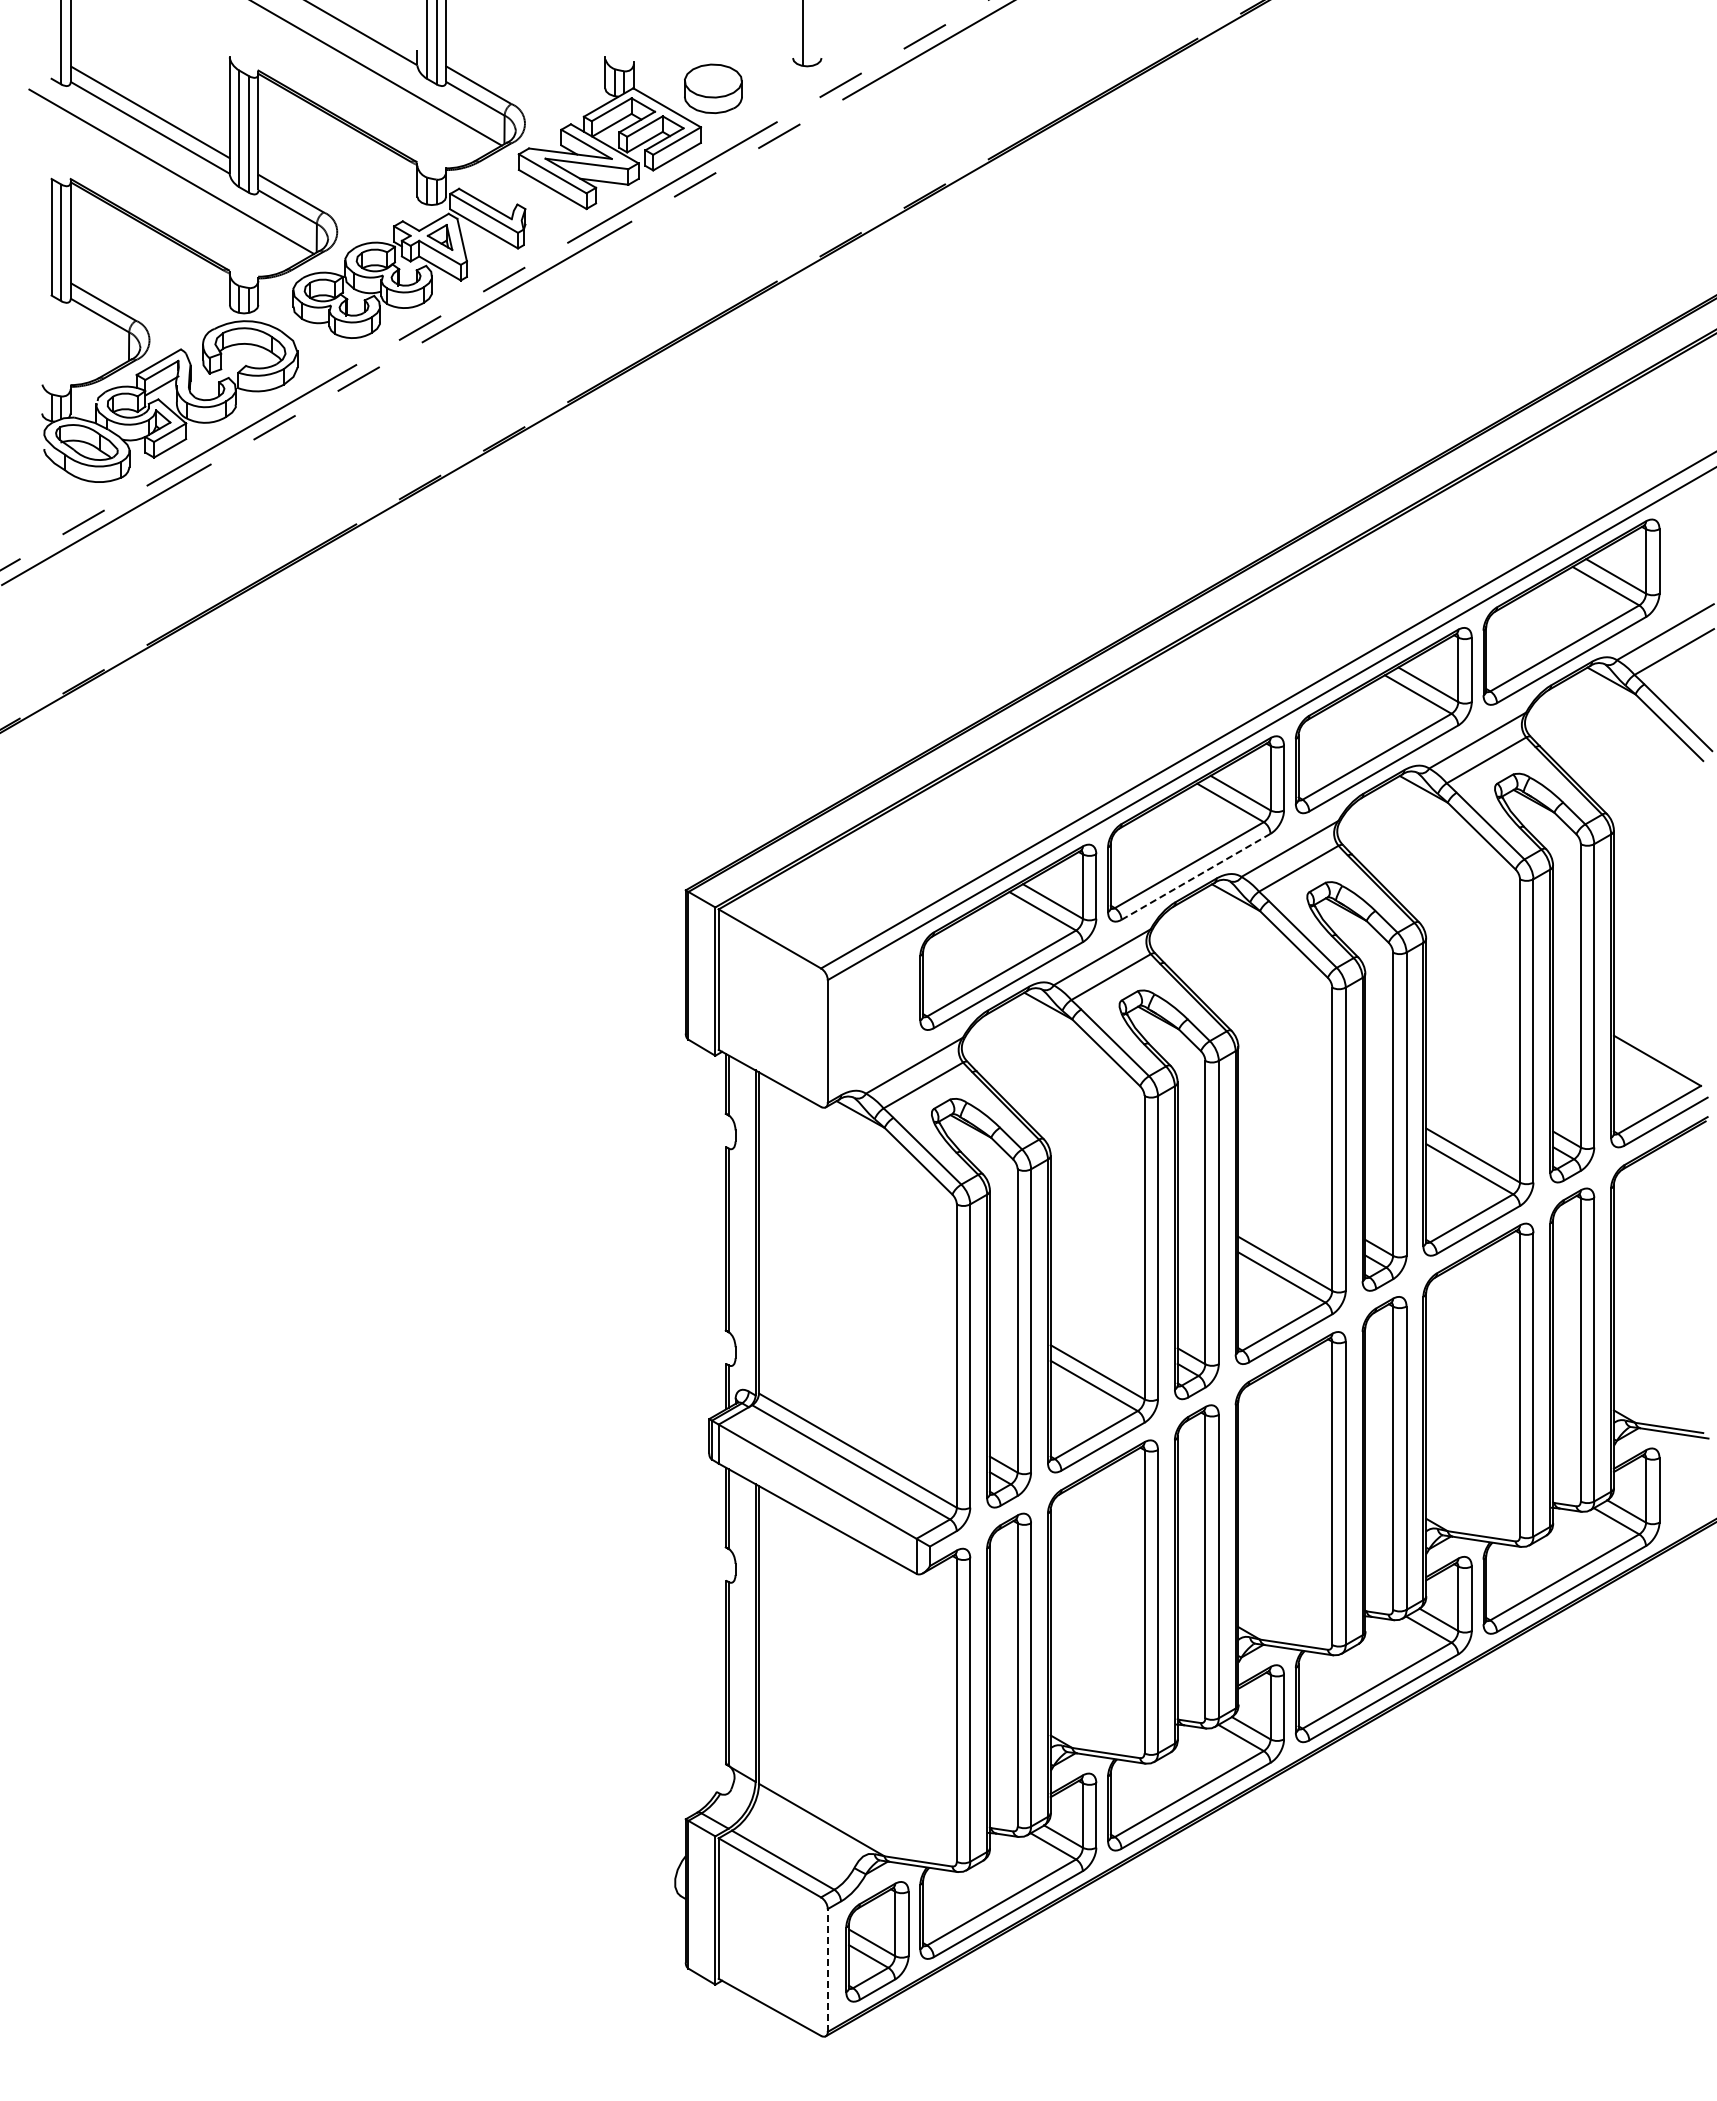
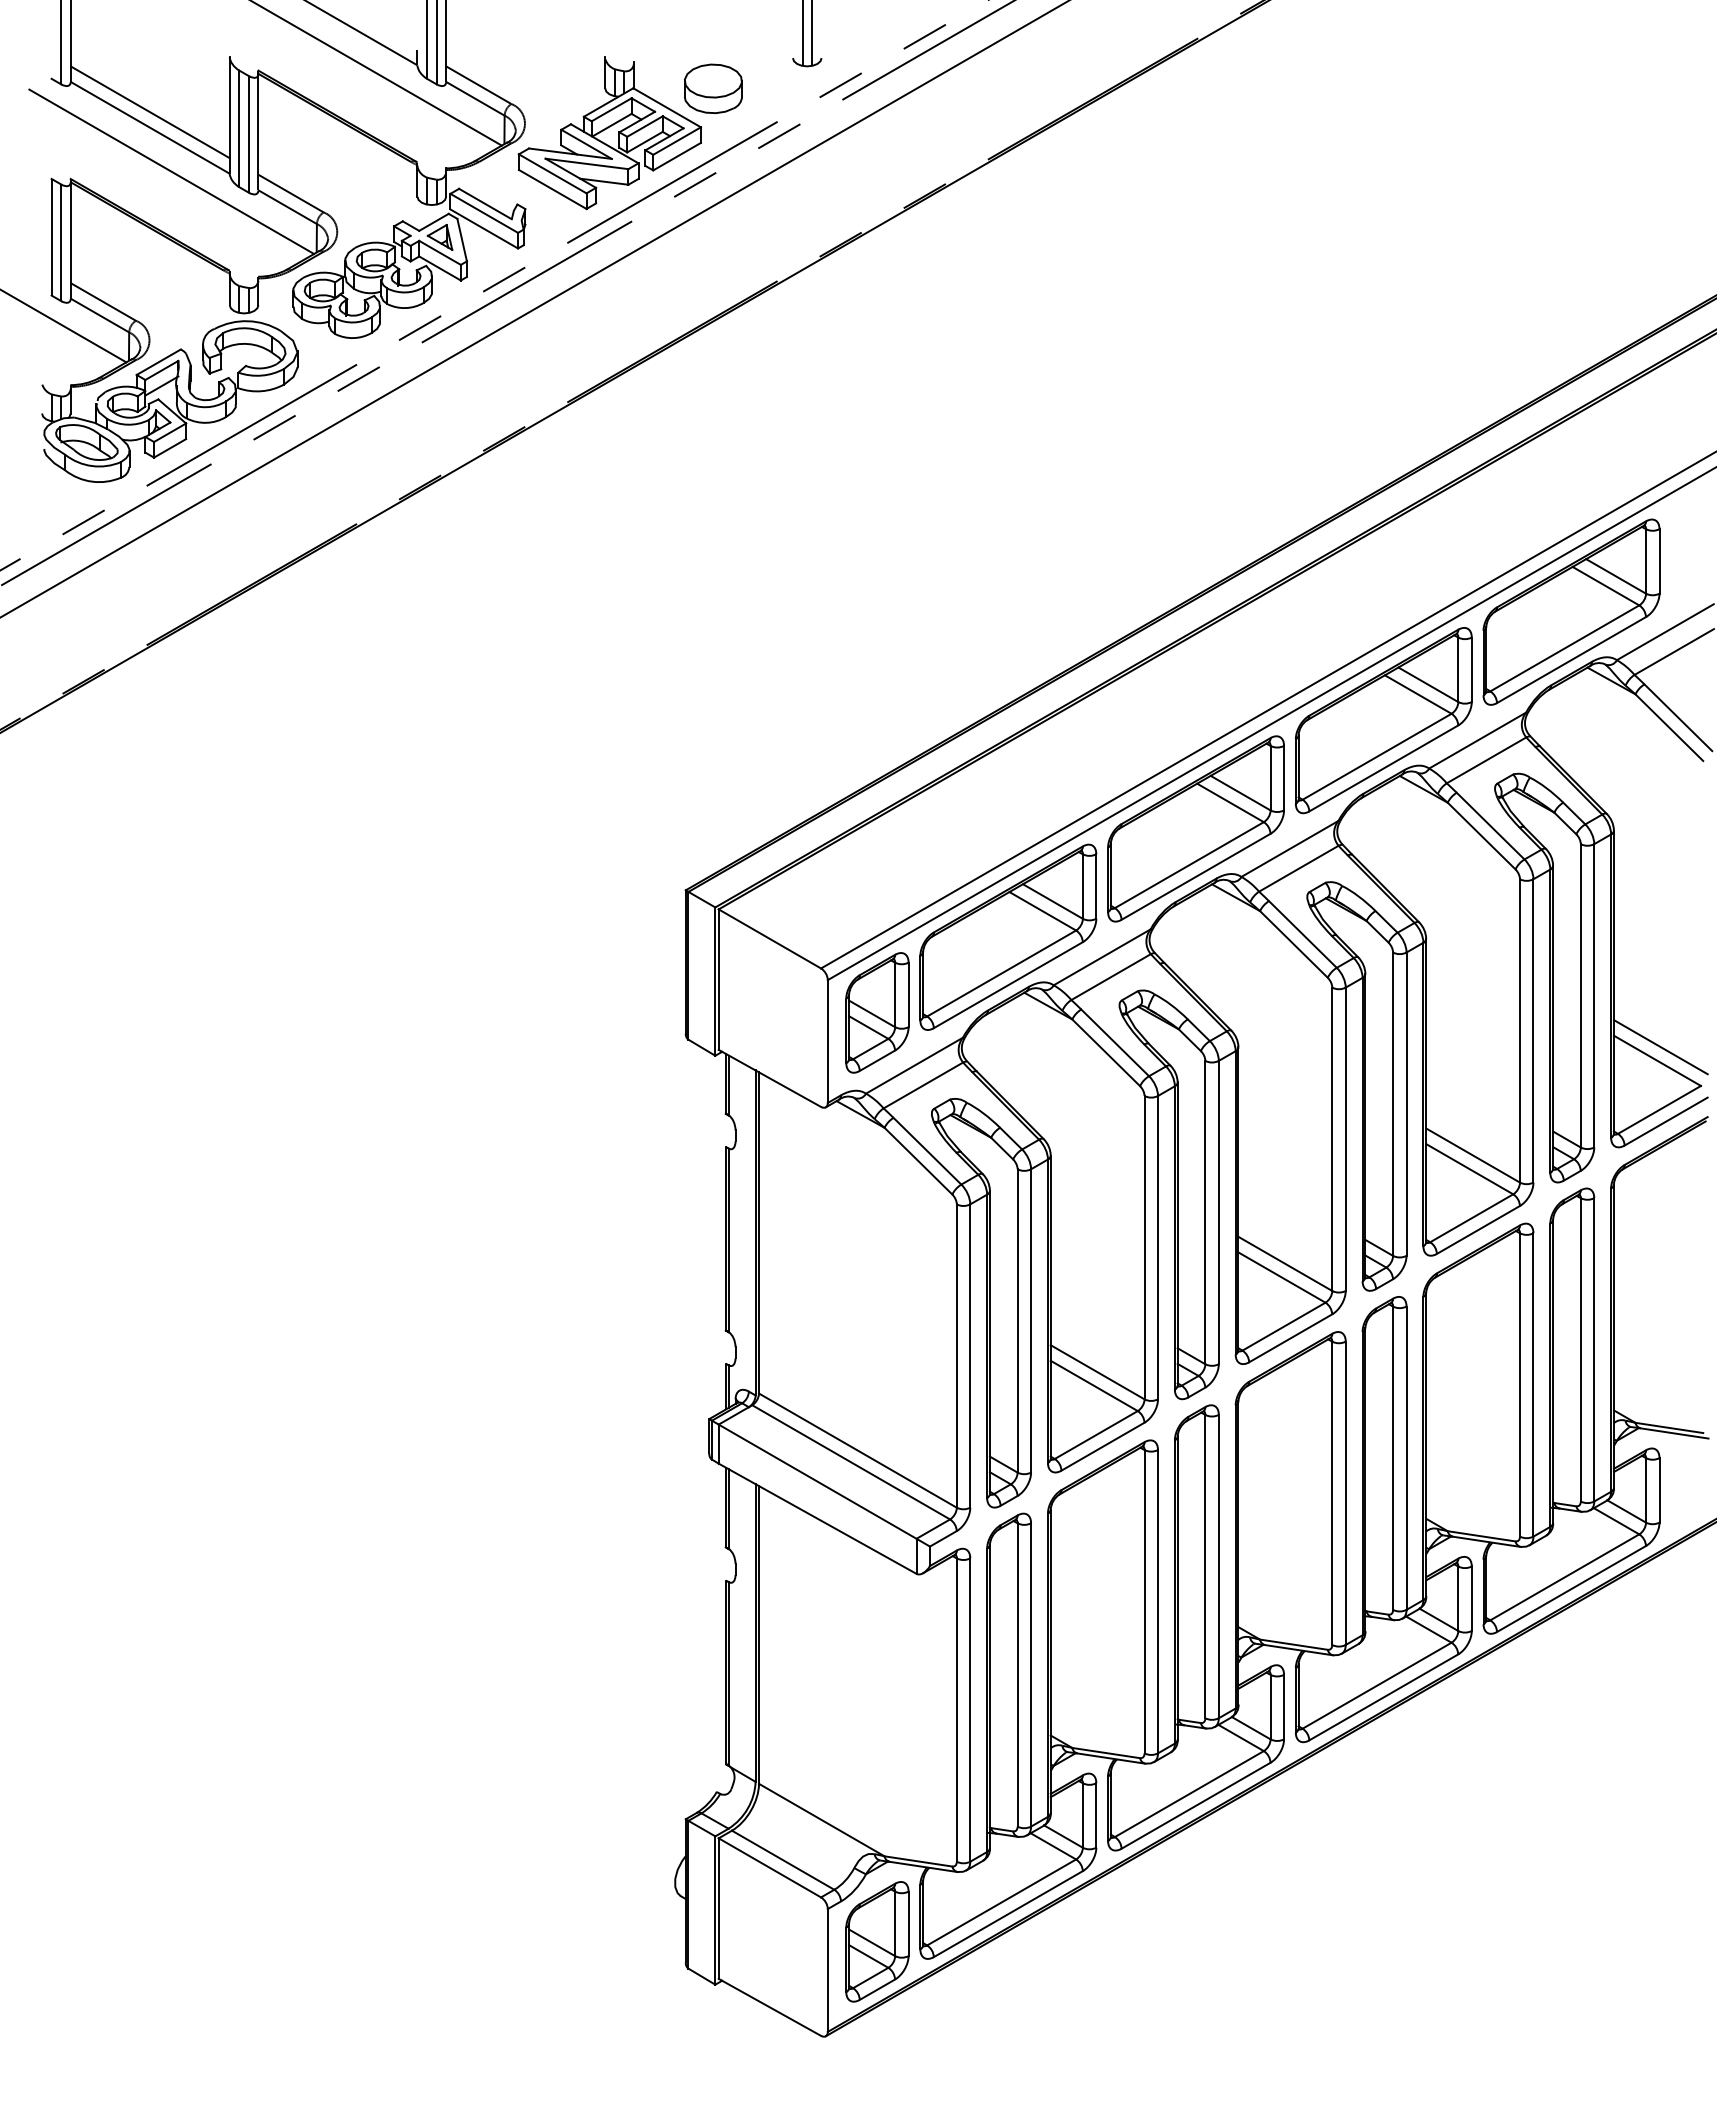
line at (812, 33): none -> present
line at (534, 309): none -> present
line at (64, 326): none -> present
line at (1196, 876): dashed -> solid
part at (877, 1012): none -> present
line at (1660, 1047): none -> present
line at (827, 1969): dashed -> solid
